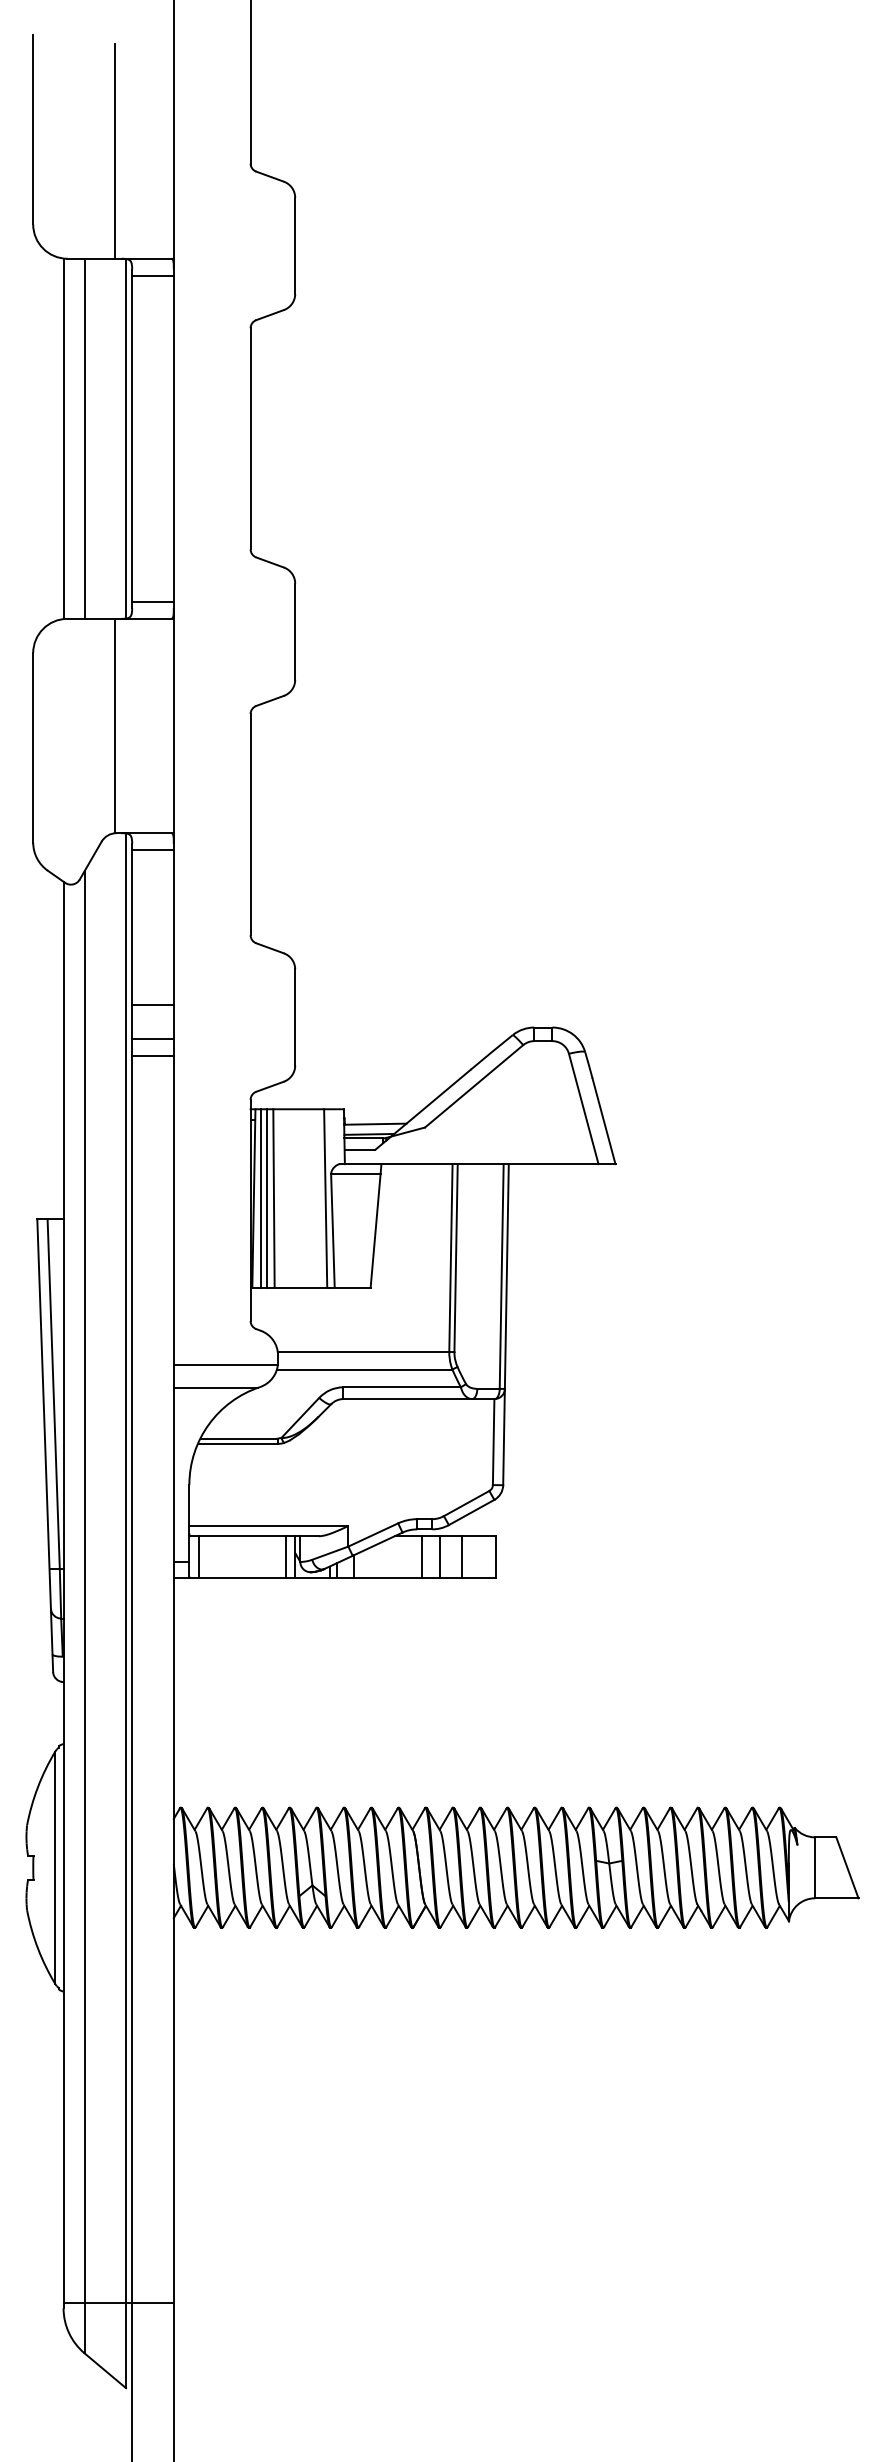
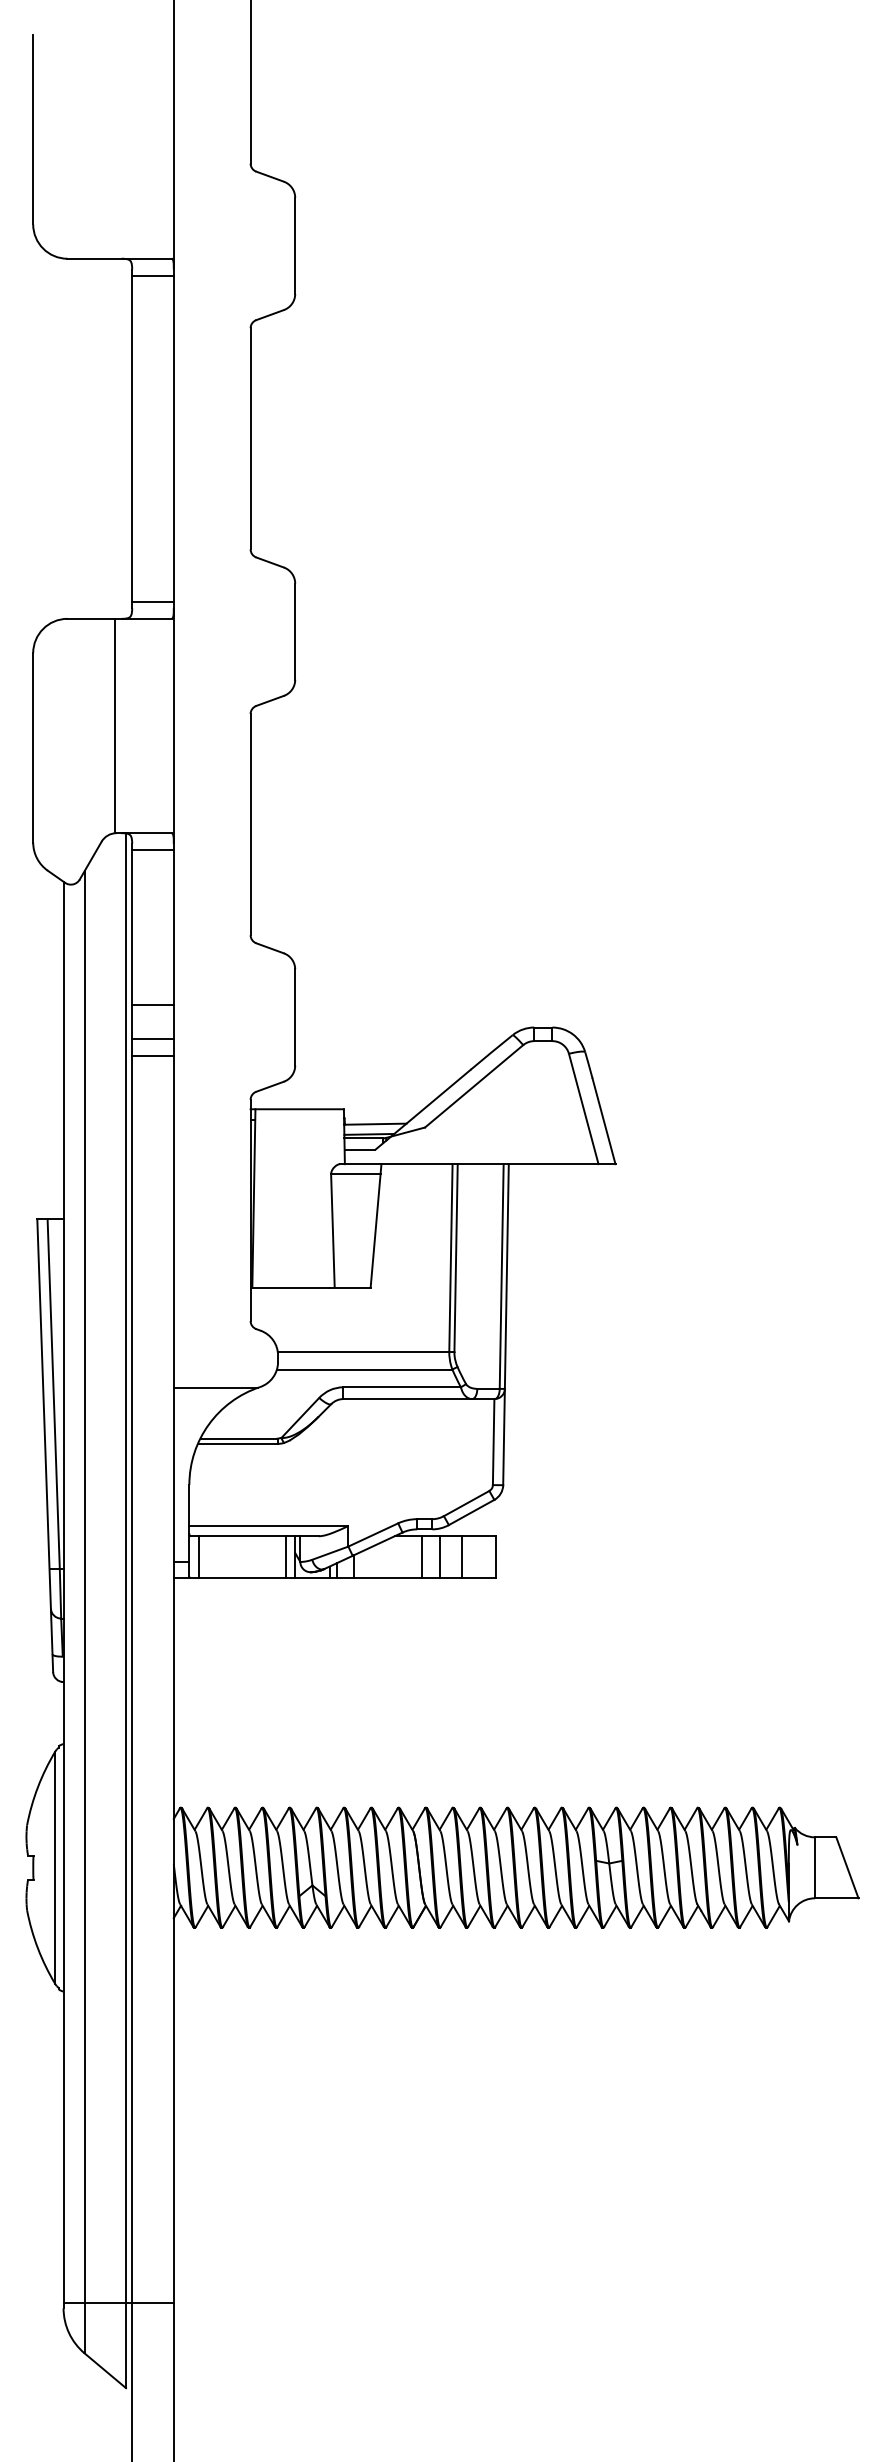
line at (115, 151): present -> none
line at (63, 438): present -> none
line at (84, 438): present -> none
line at (126, 438): present -> none
line at (260, 1198): present -> none
line at (267, 1198): present -> none
line at (273, 1198): present -> none
line at (325, 1198): present -> none
line at (225, 1365): present -> none
